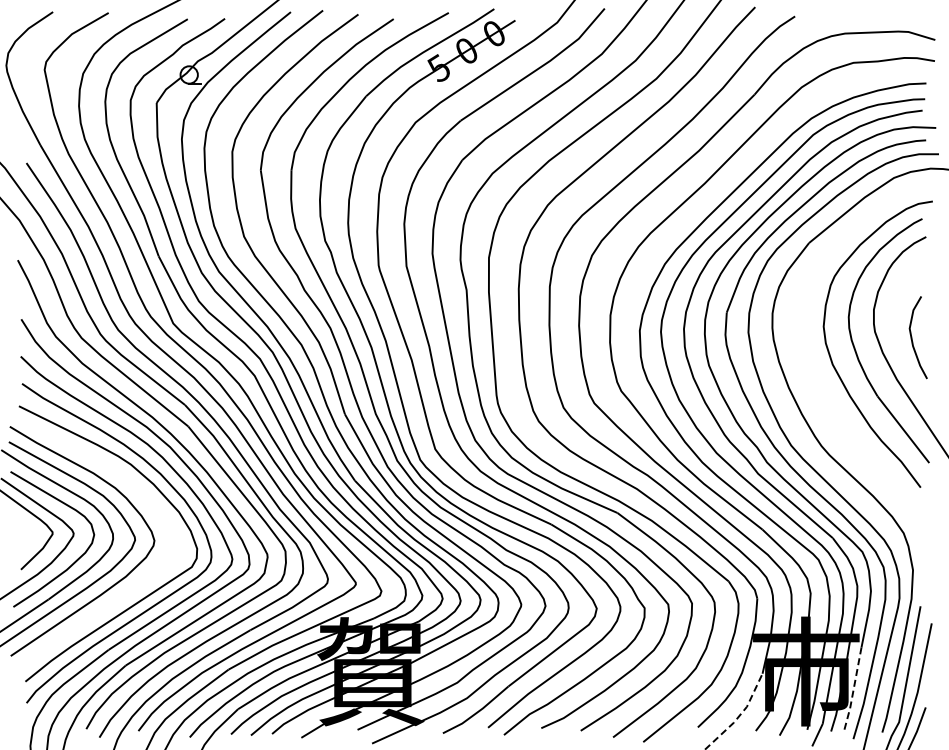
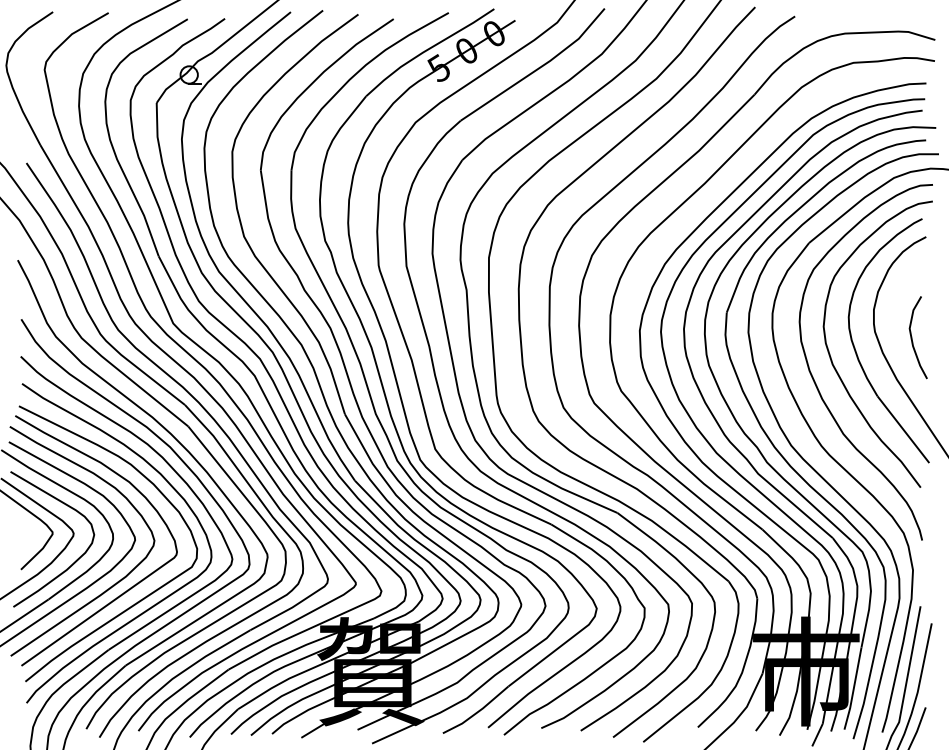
curve at (817, 385): none -> present
curve at (131, 586): none -> present
line at (853, 689): dashed -> solid
line at (739, 715): dashed -> solid
